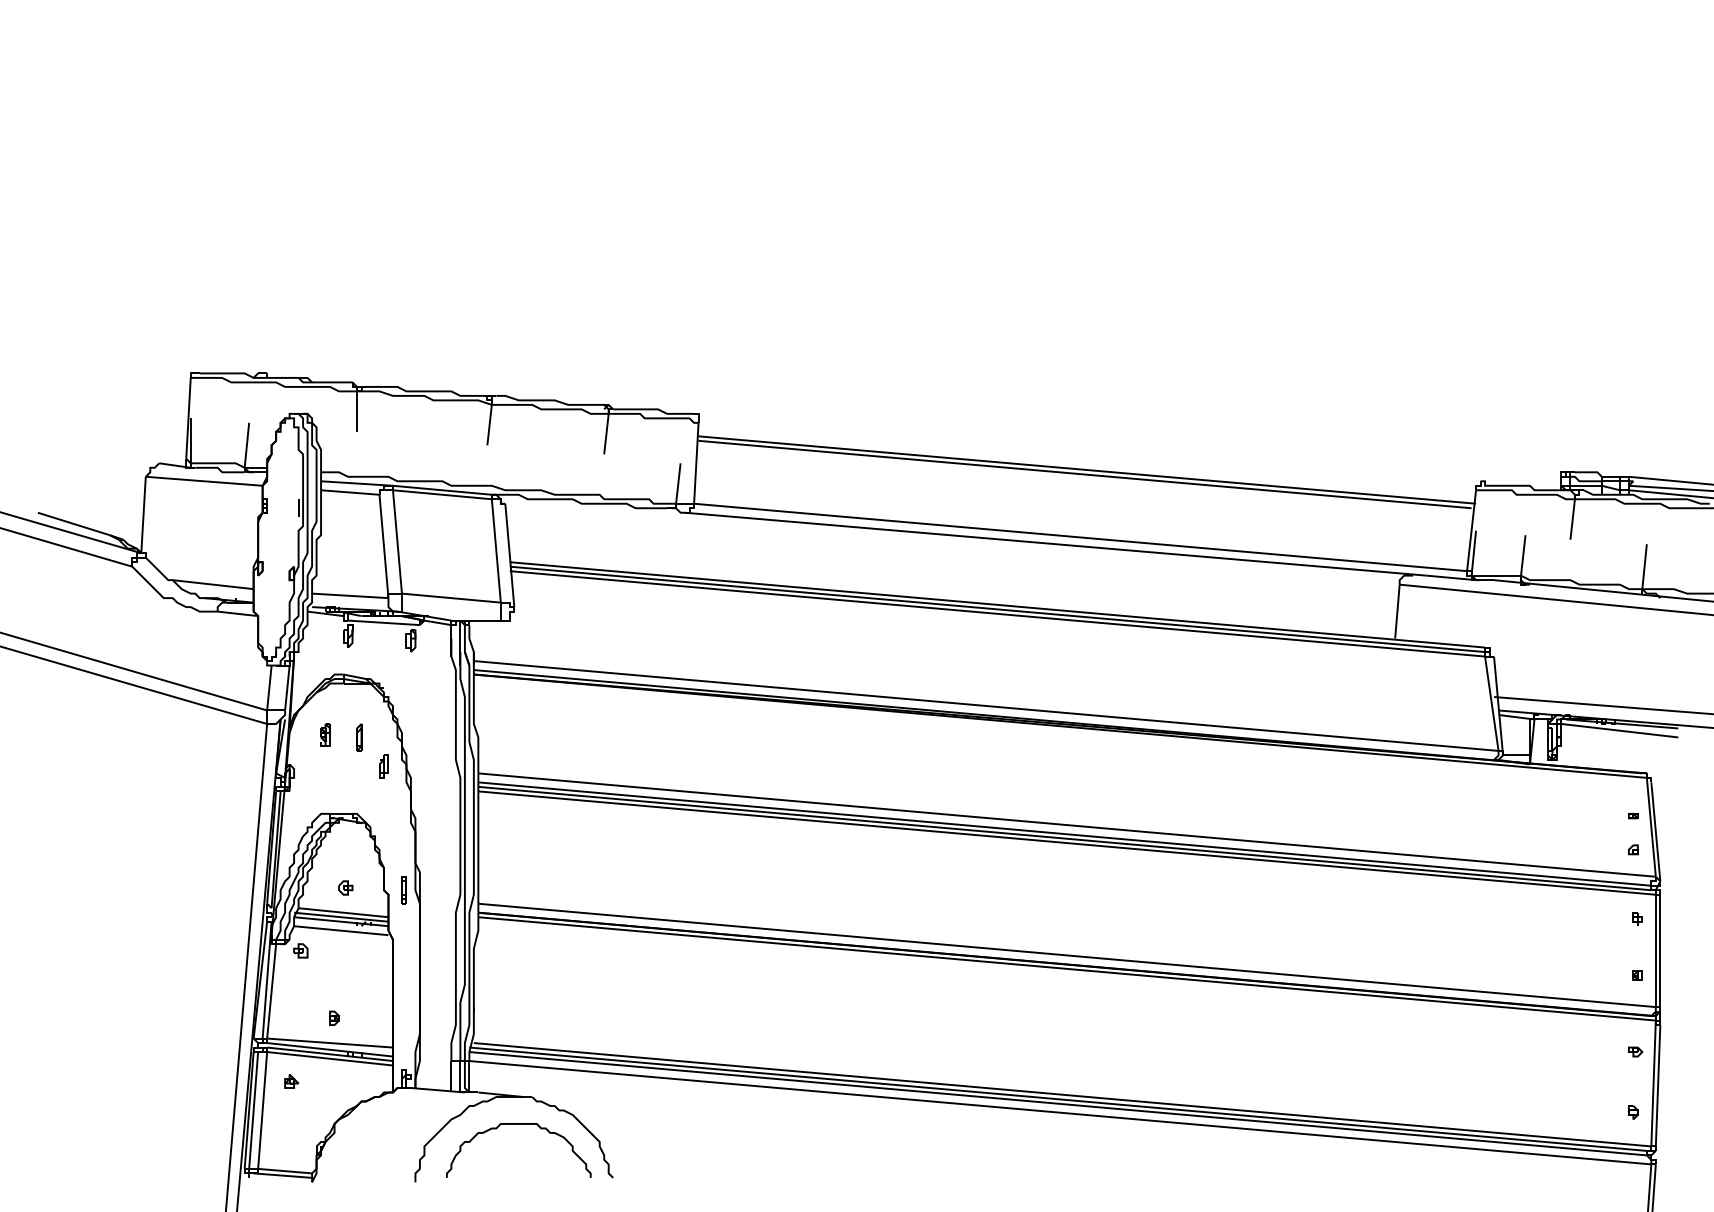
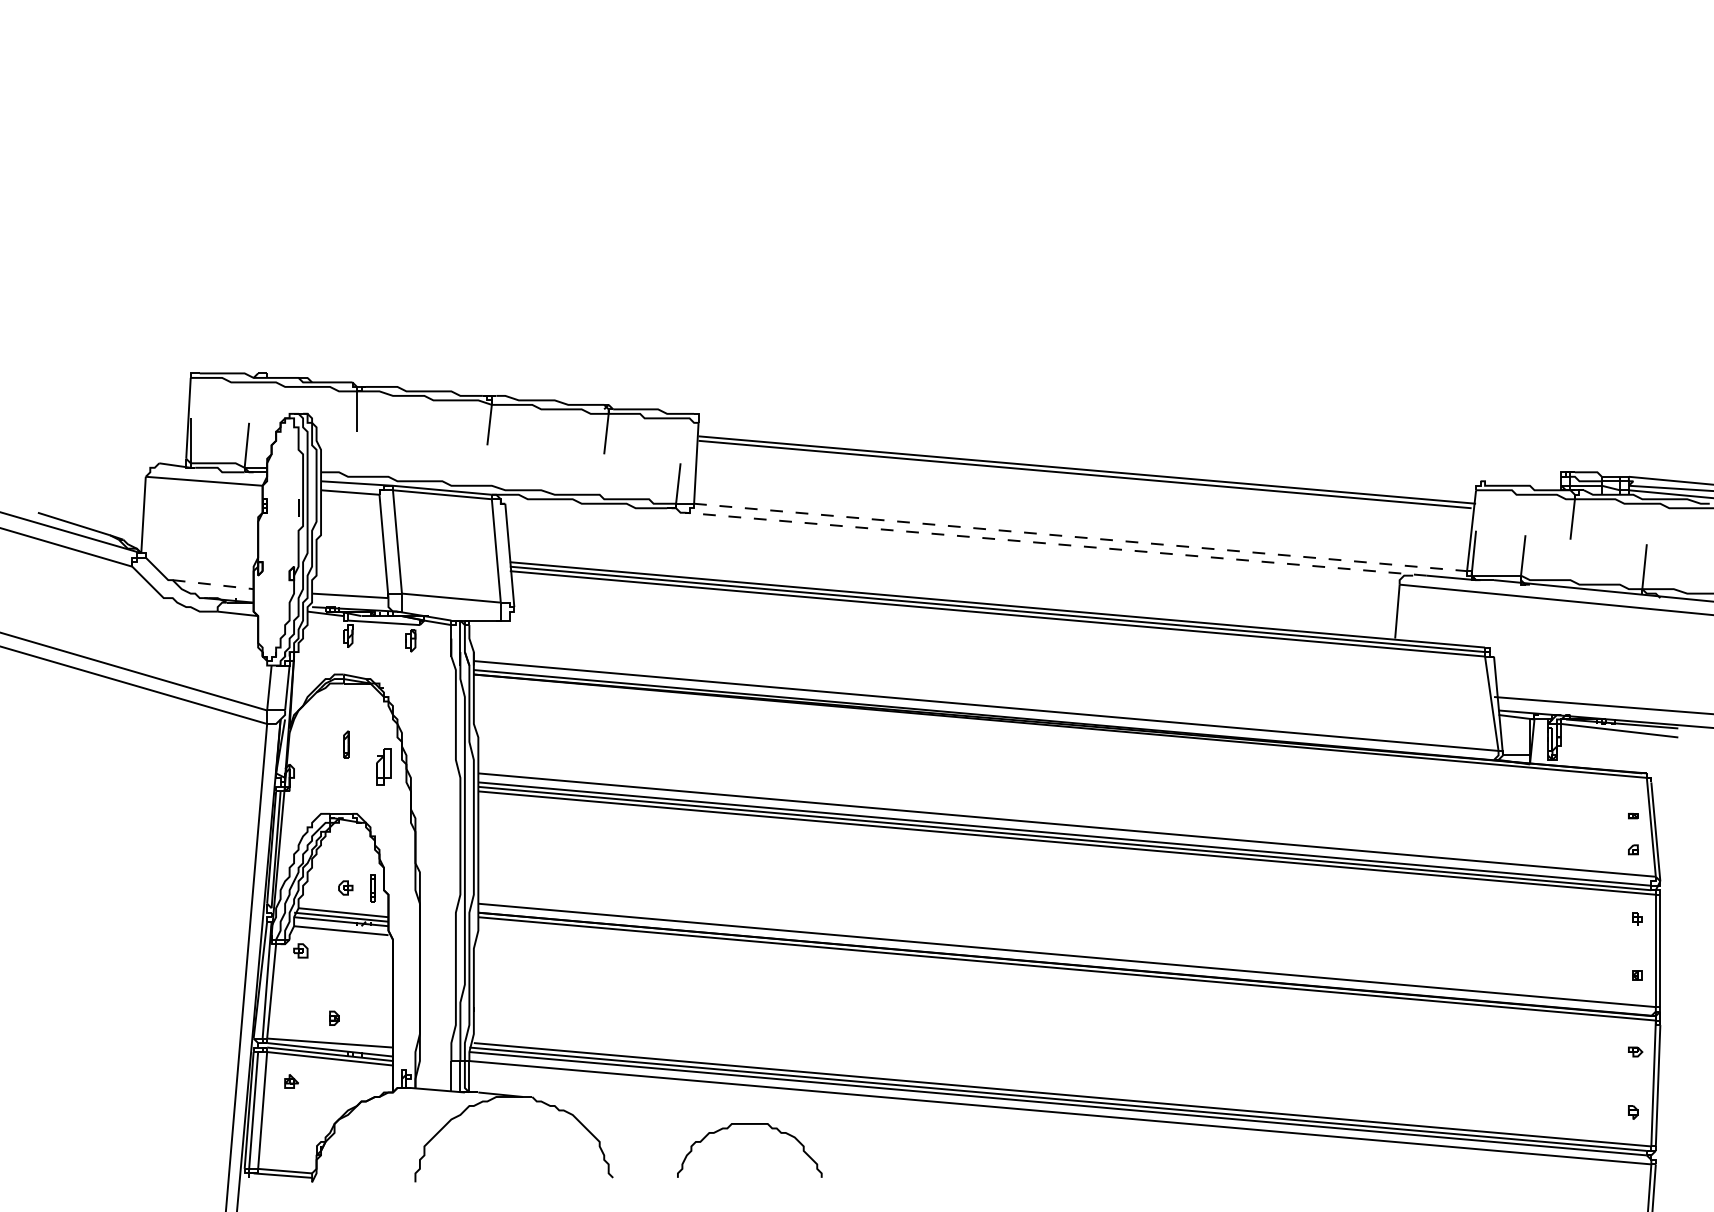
line at (1080, 537): solid -> dashed
line at (1055, 544): solid -> dashed
line at (213, 584): solid -> dashed
part at (325, 734): present -> none
part at (359, 737) position: (359, 737) -> (346, 744)
part at (383, 766) size: 10x25 px -> 16x38 px
part at (403, 890) position: (403, 890) -> (372, 888)
curve at (518, 1124) position: (518, 1124) -> (749, 1124)
